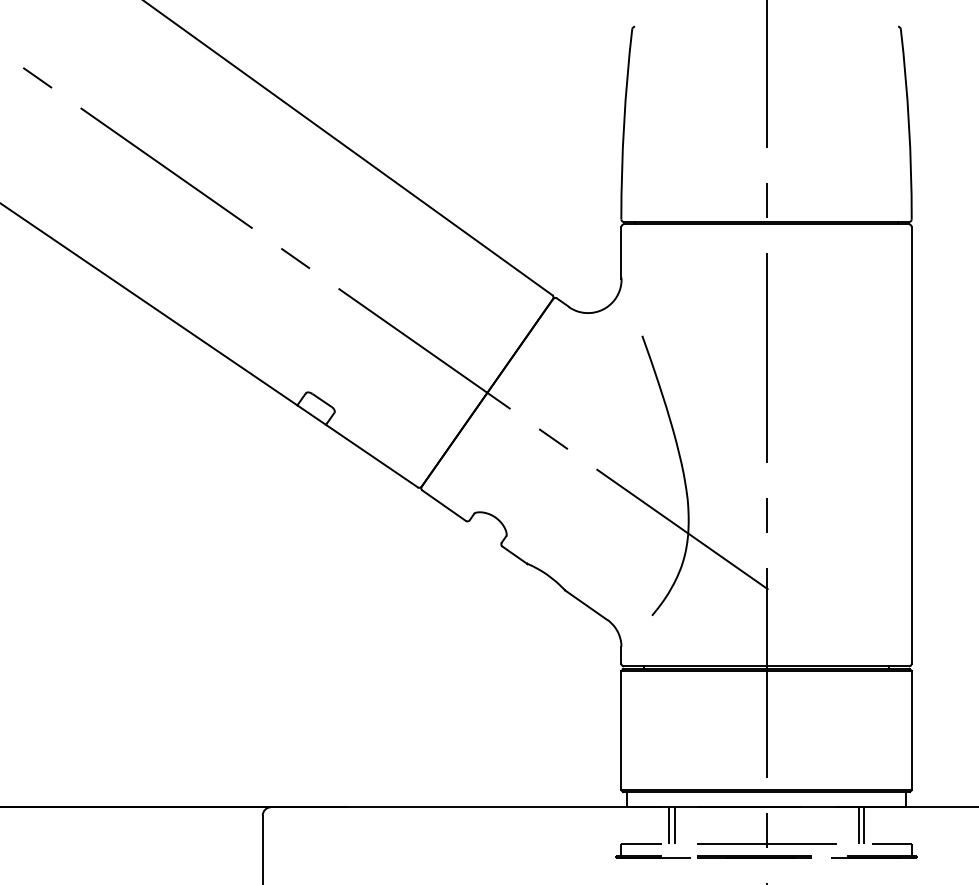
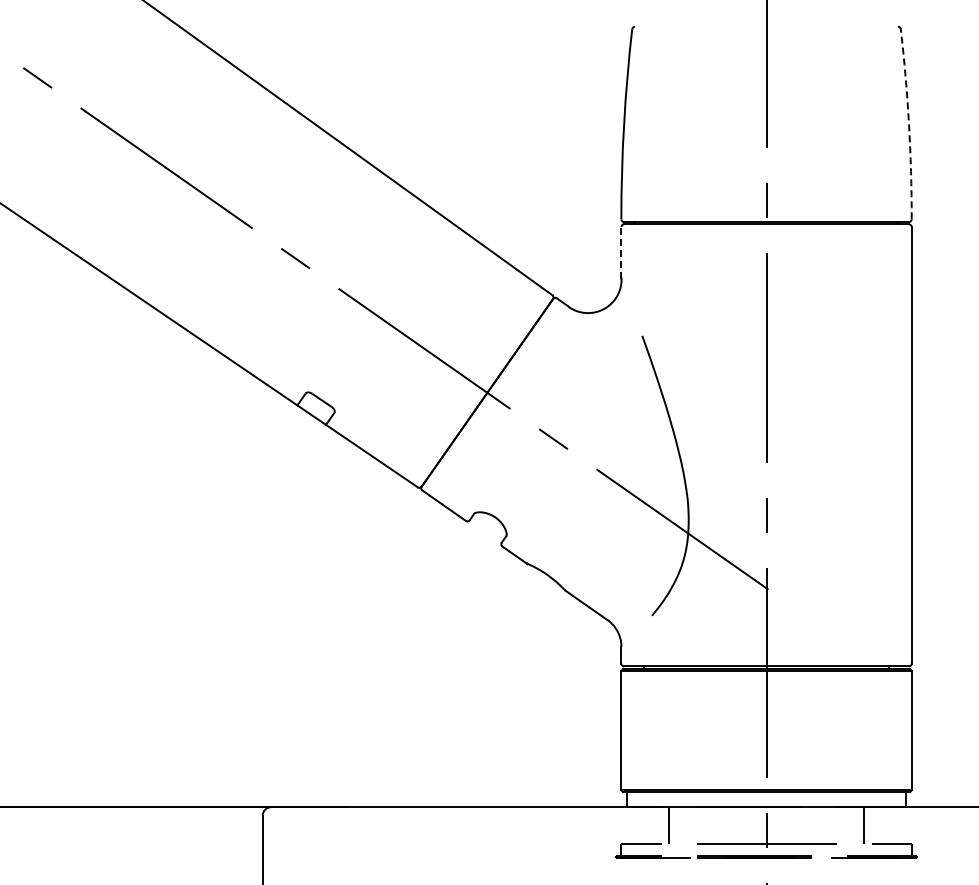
arc at (908, 124): solid -> dashed
line at (621, 252): solid -> dashed
line at (674, 825): present -> none
line at (858, 825): present -> none
